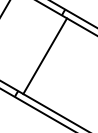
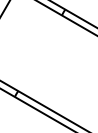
line at (45, 56): present -> none
